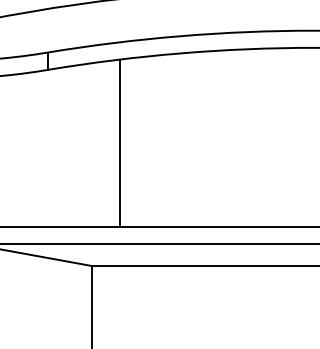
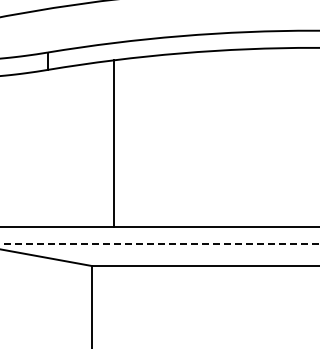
line at (120, 143) position: (120, 143) -> (114, 143)
line at (159, 243): solid -> dashed
